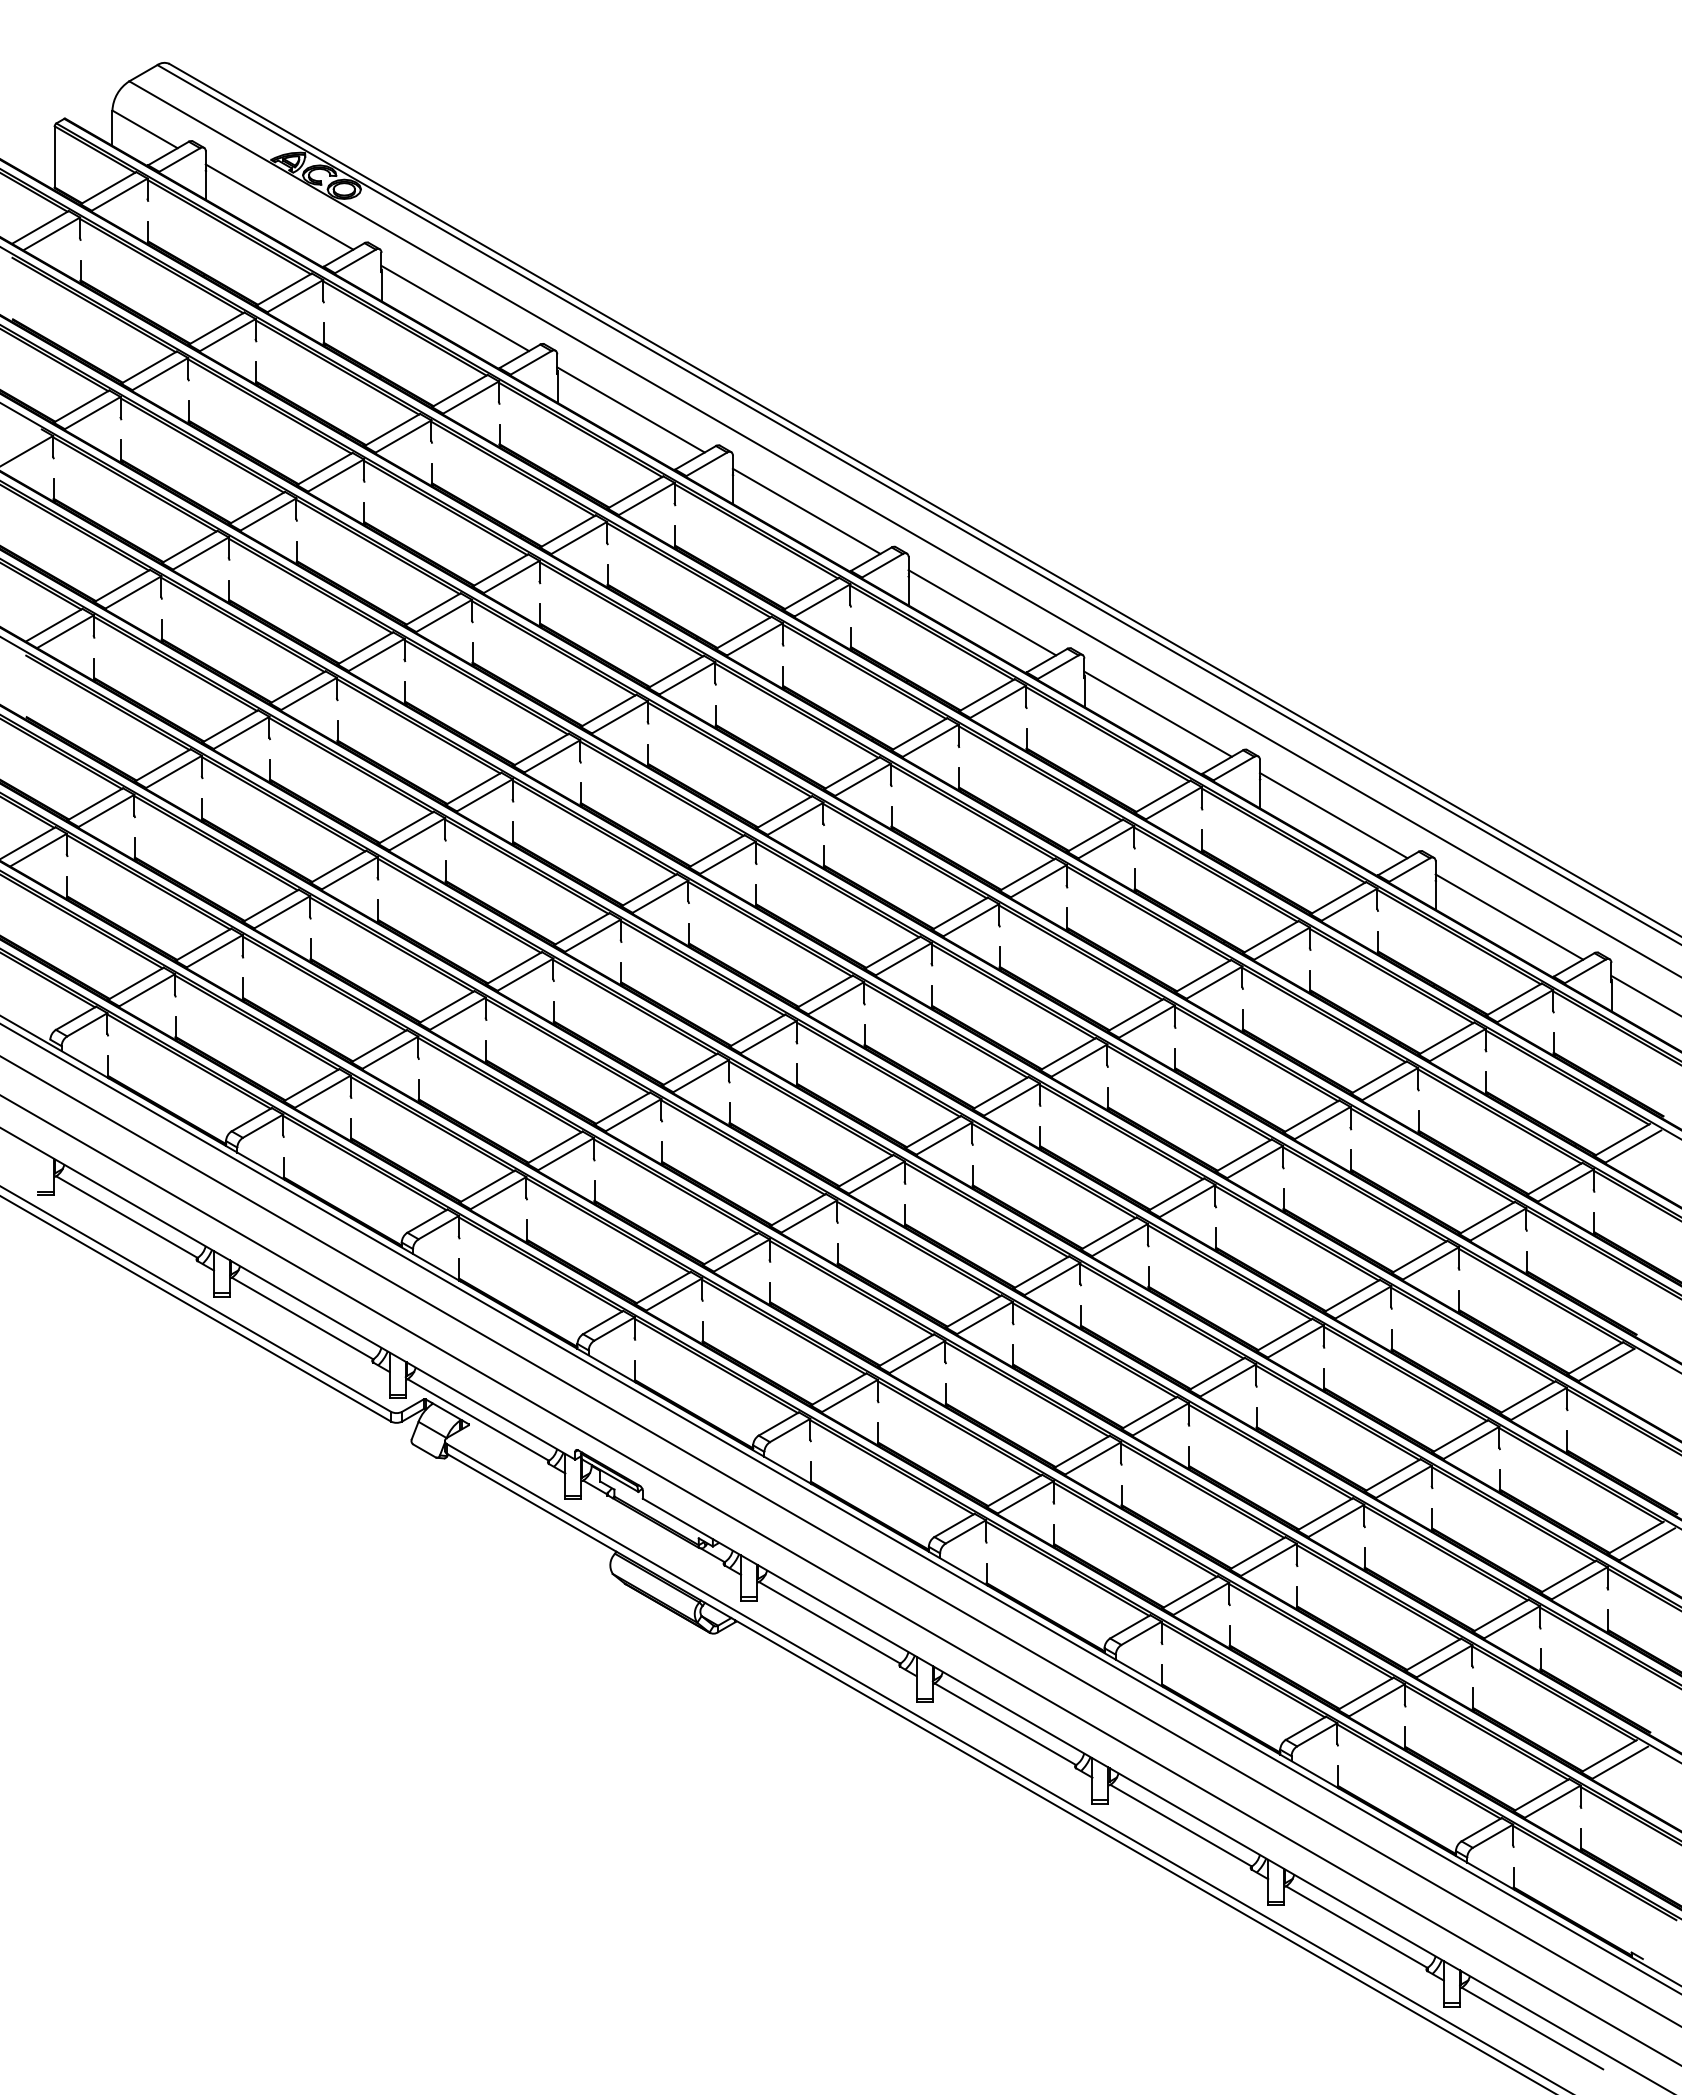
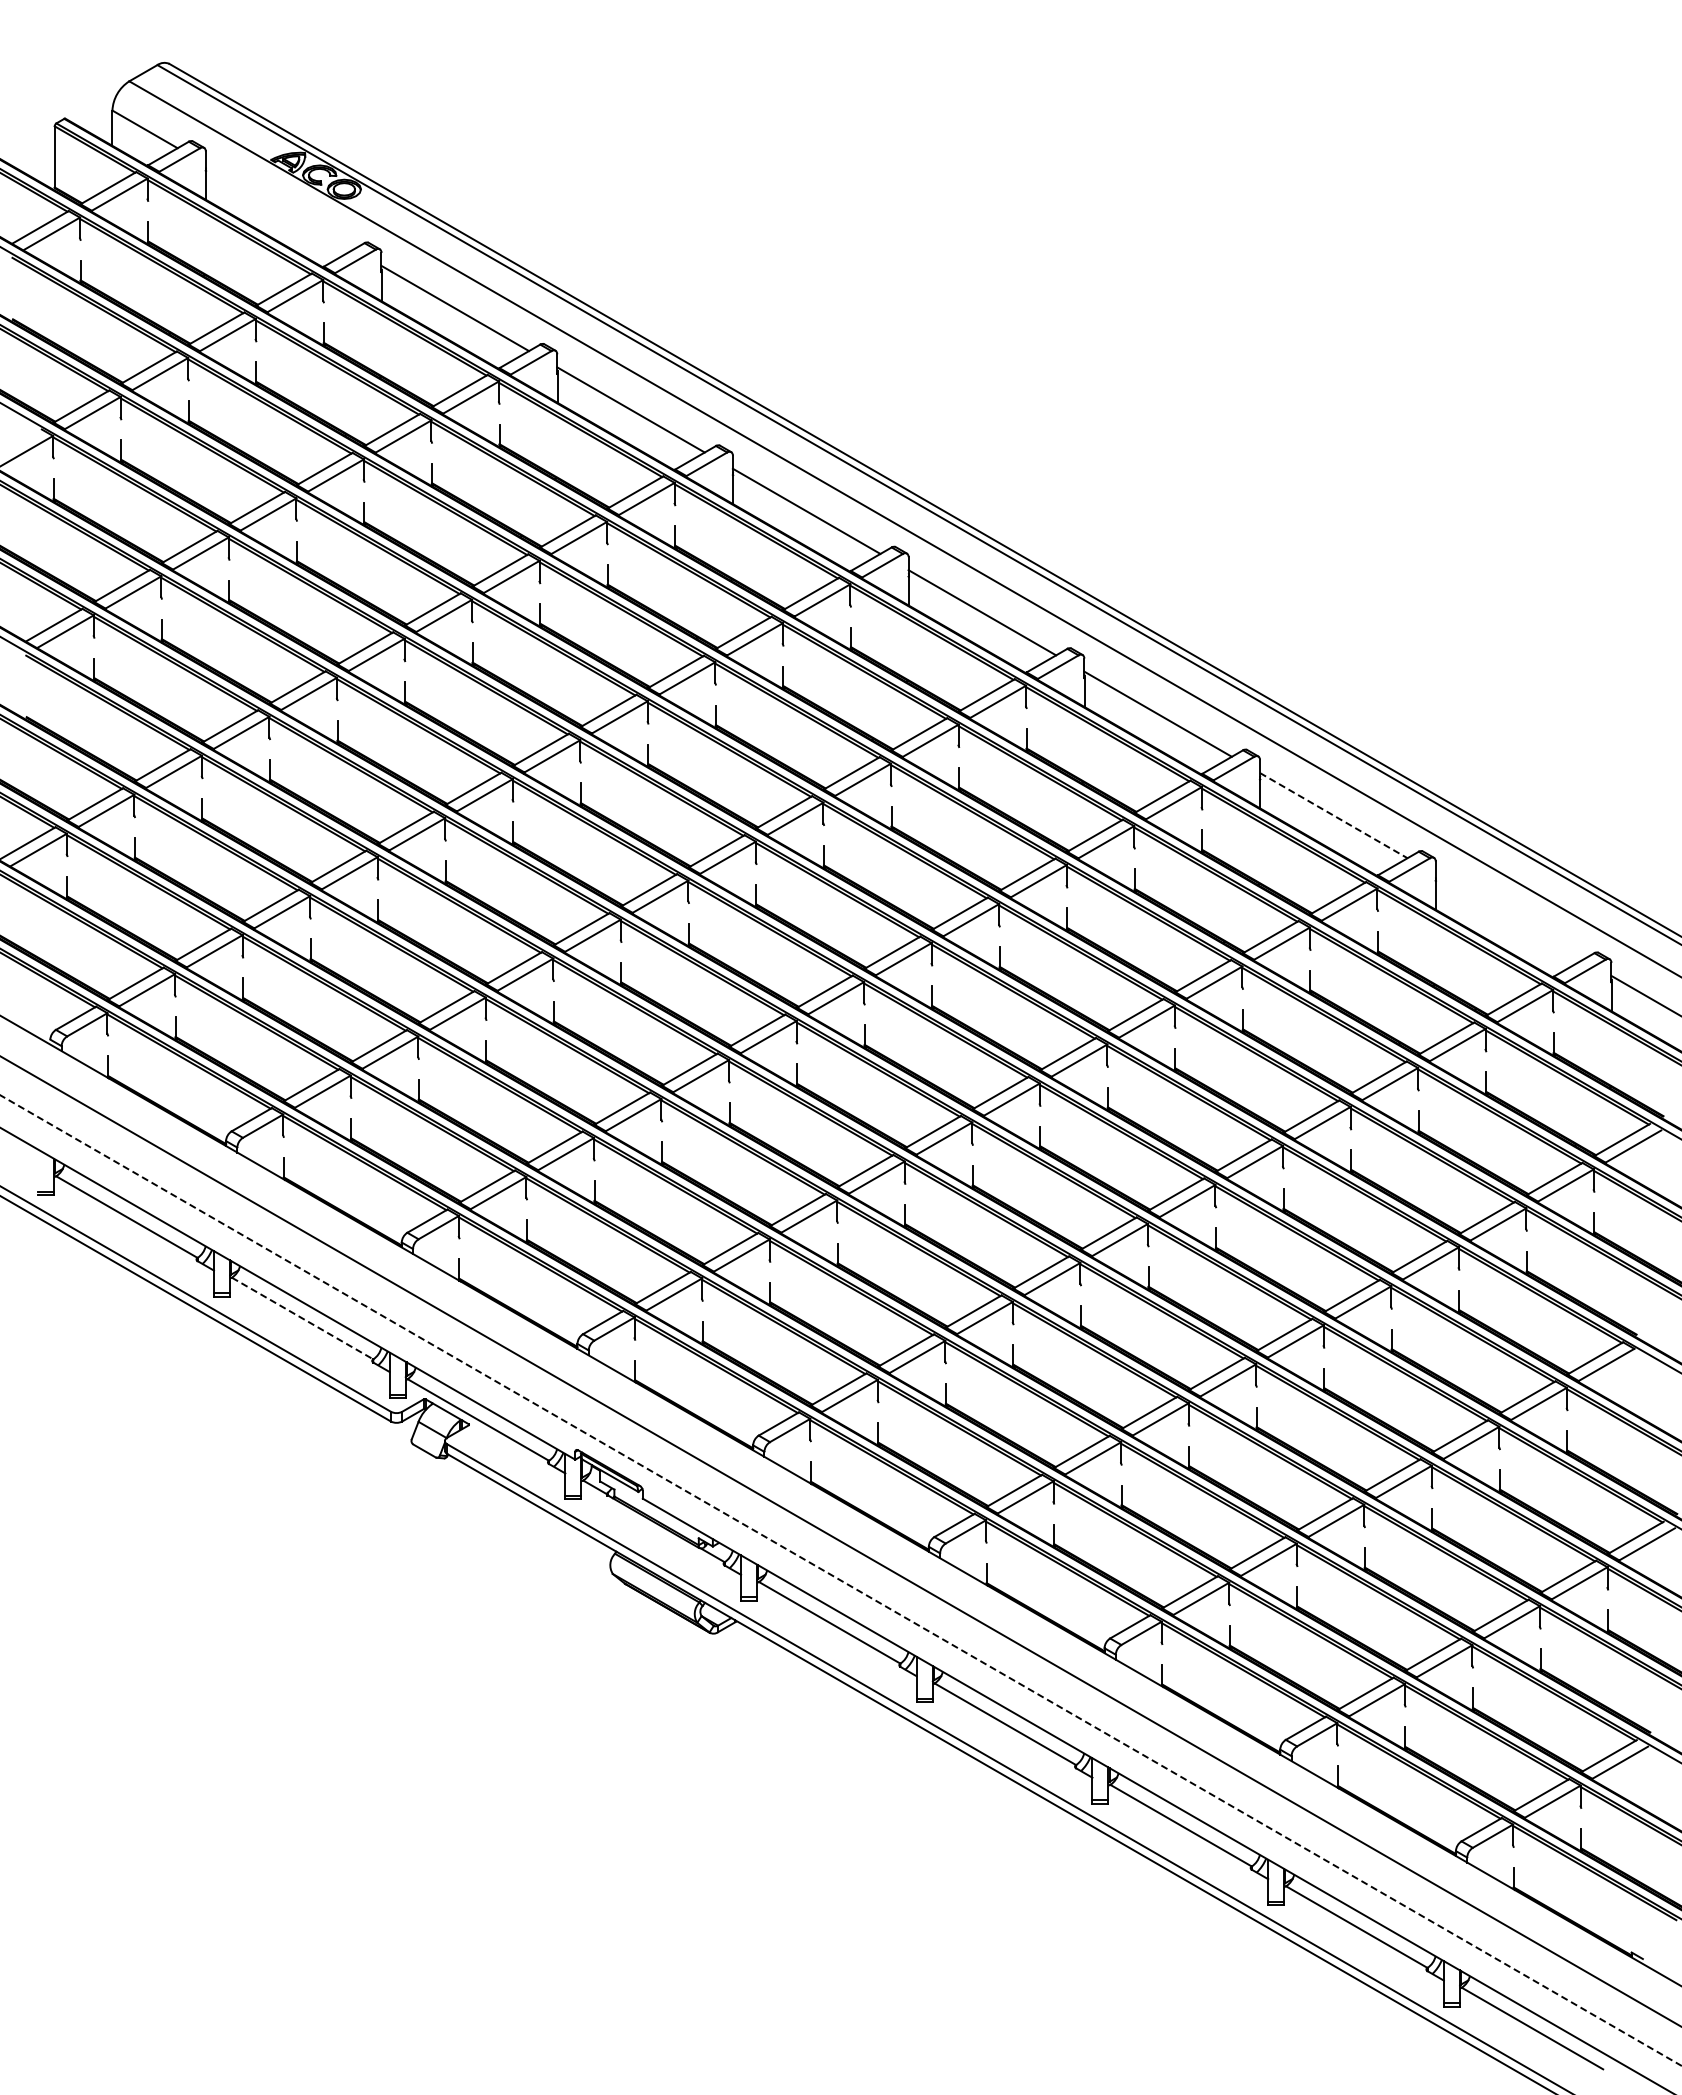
line at (279, 206): present -> none
line at (1334, 815): solid -> dashed
line at (1509, 916): present -> none
line at (302, 1318): solid -> dashed
line at (840, 1508): present -> none
line at (840, 1580): solid -> dashed
